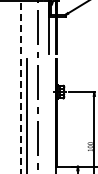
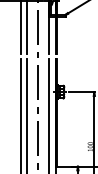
line at (20, 27): dashed -> solid
line at (27, 27): none -> present
line at (49, 114): none -> present
line at (20, 117): dashed -> solid
